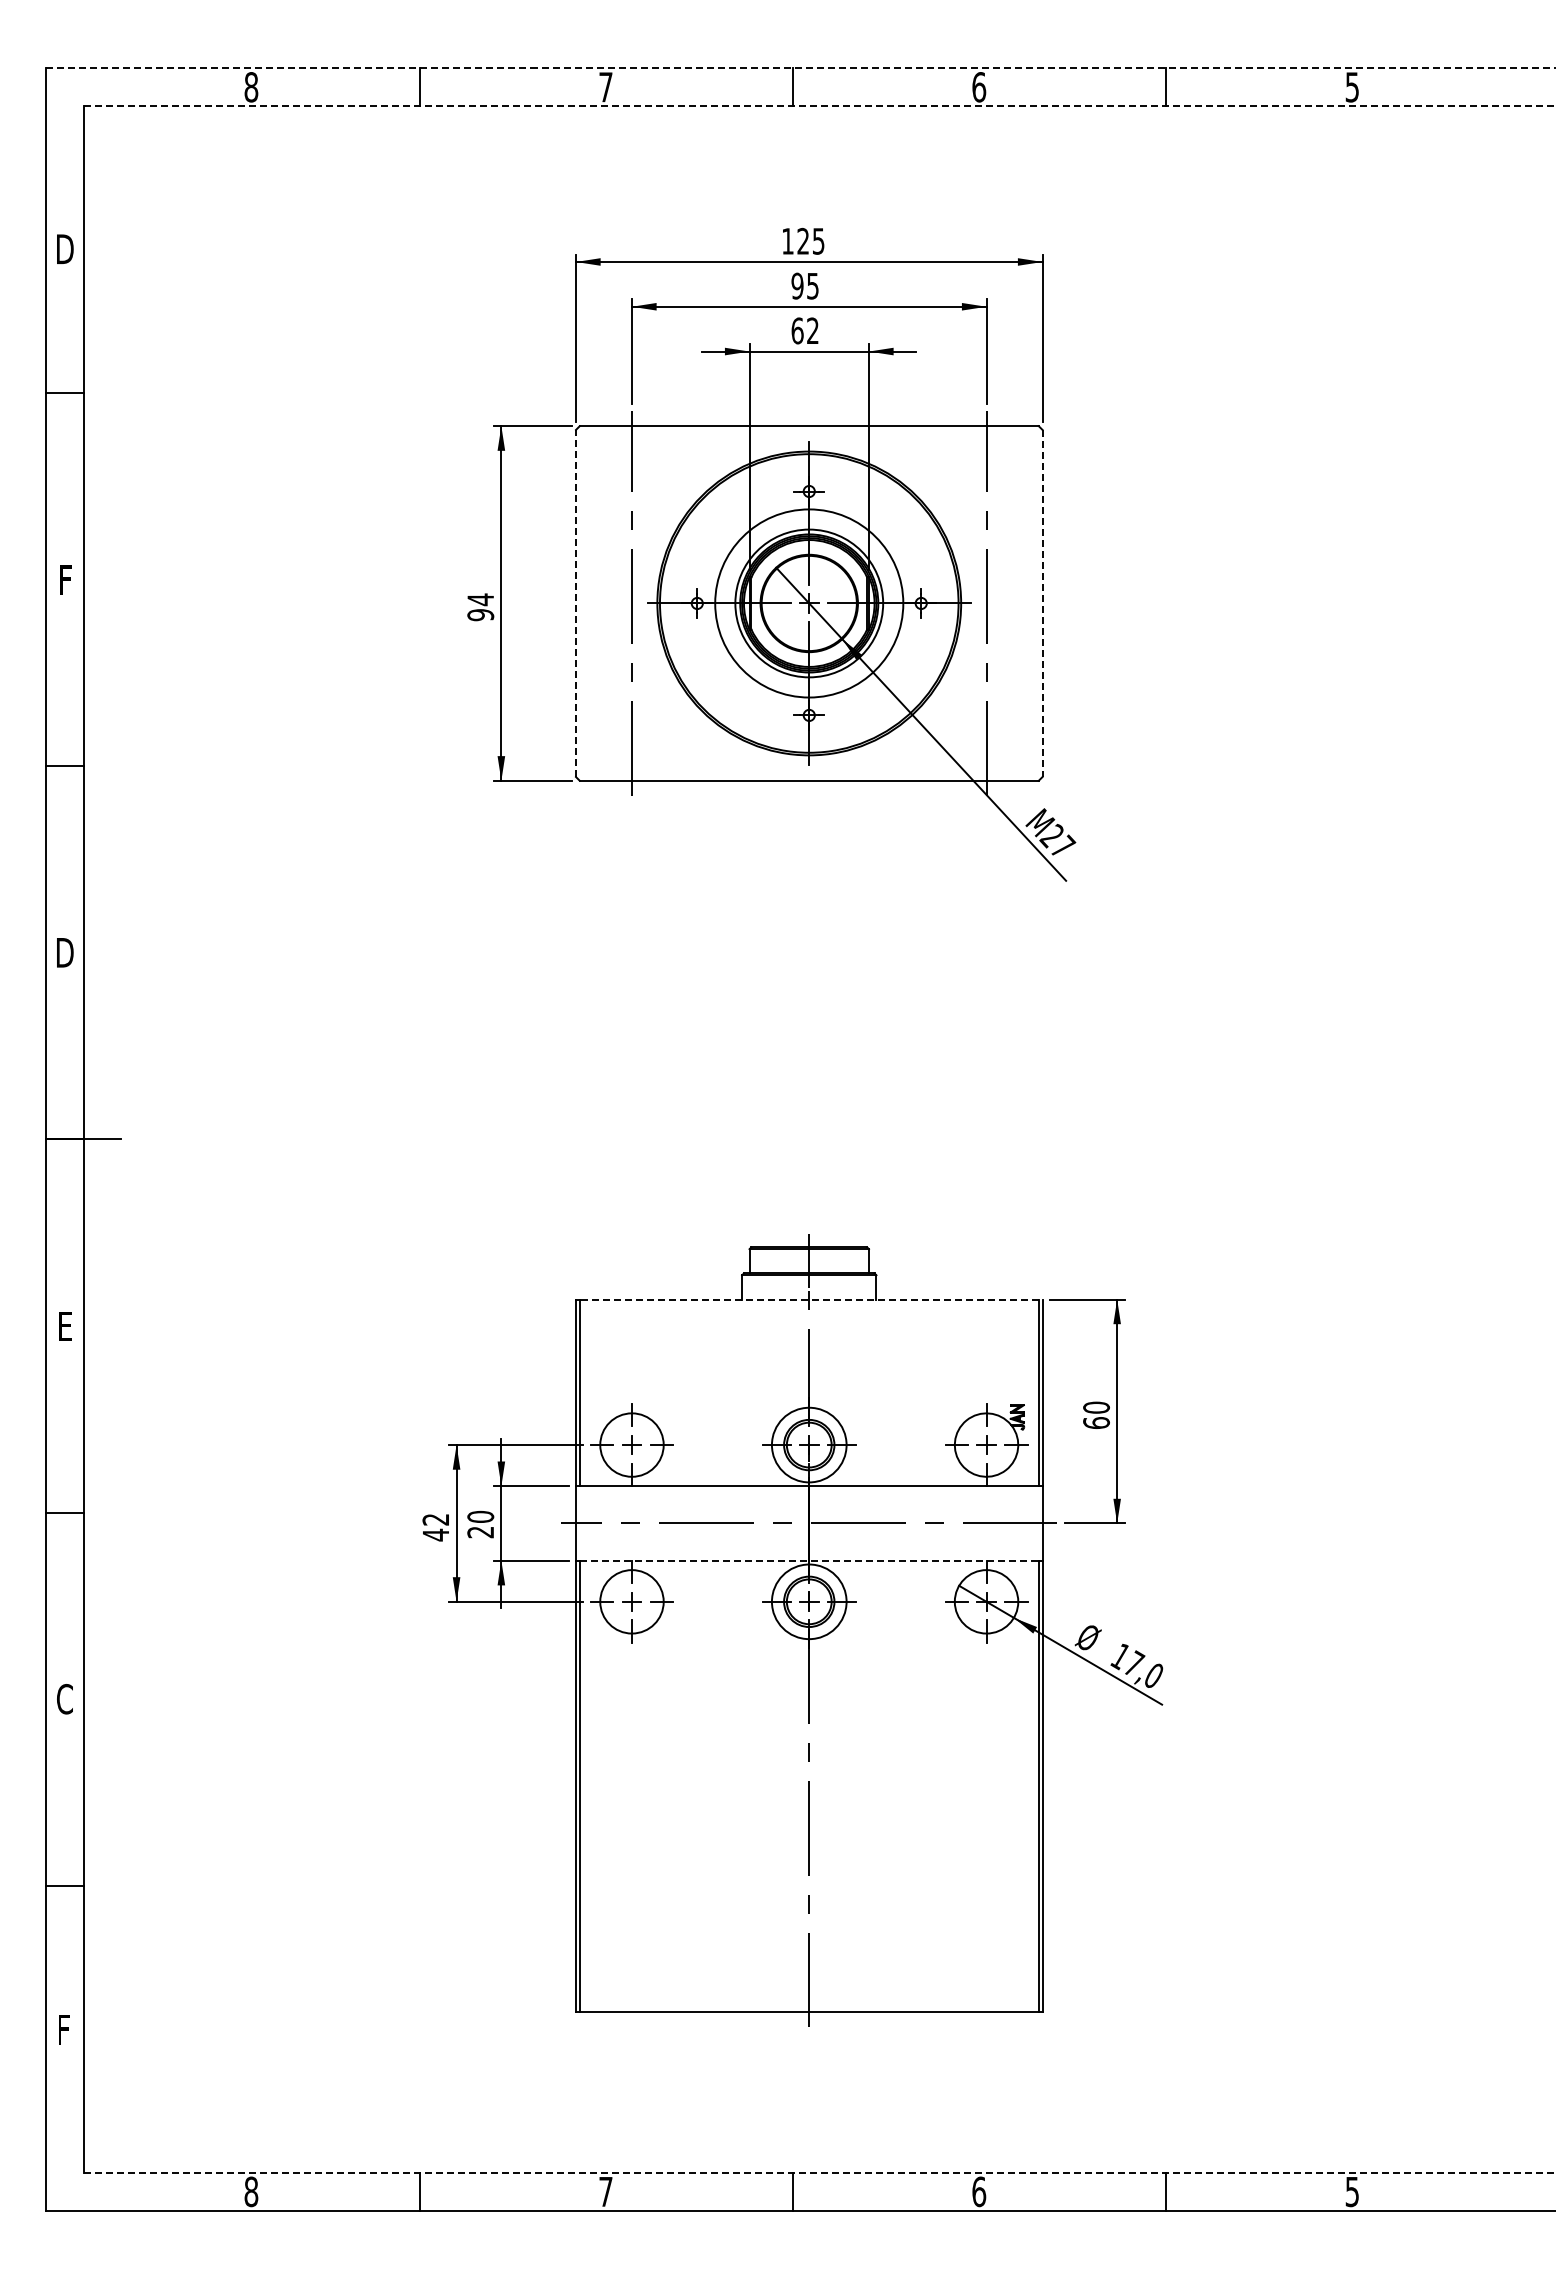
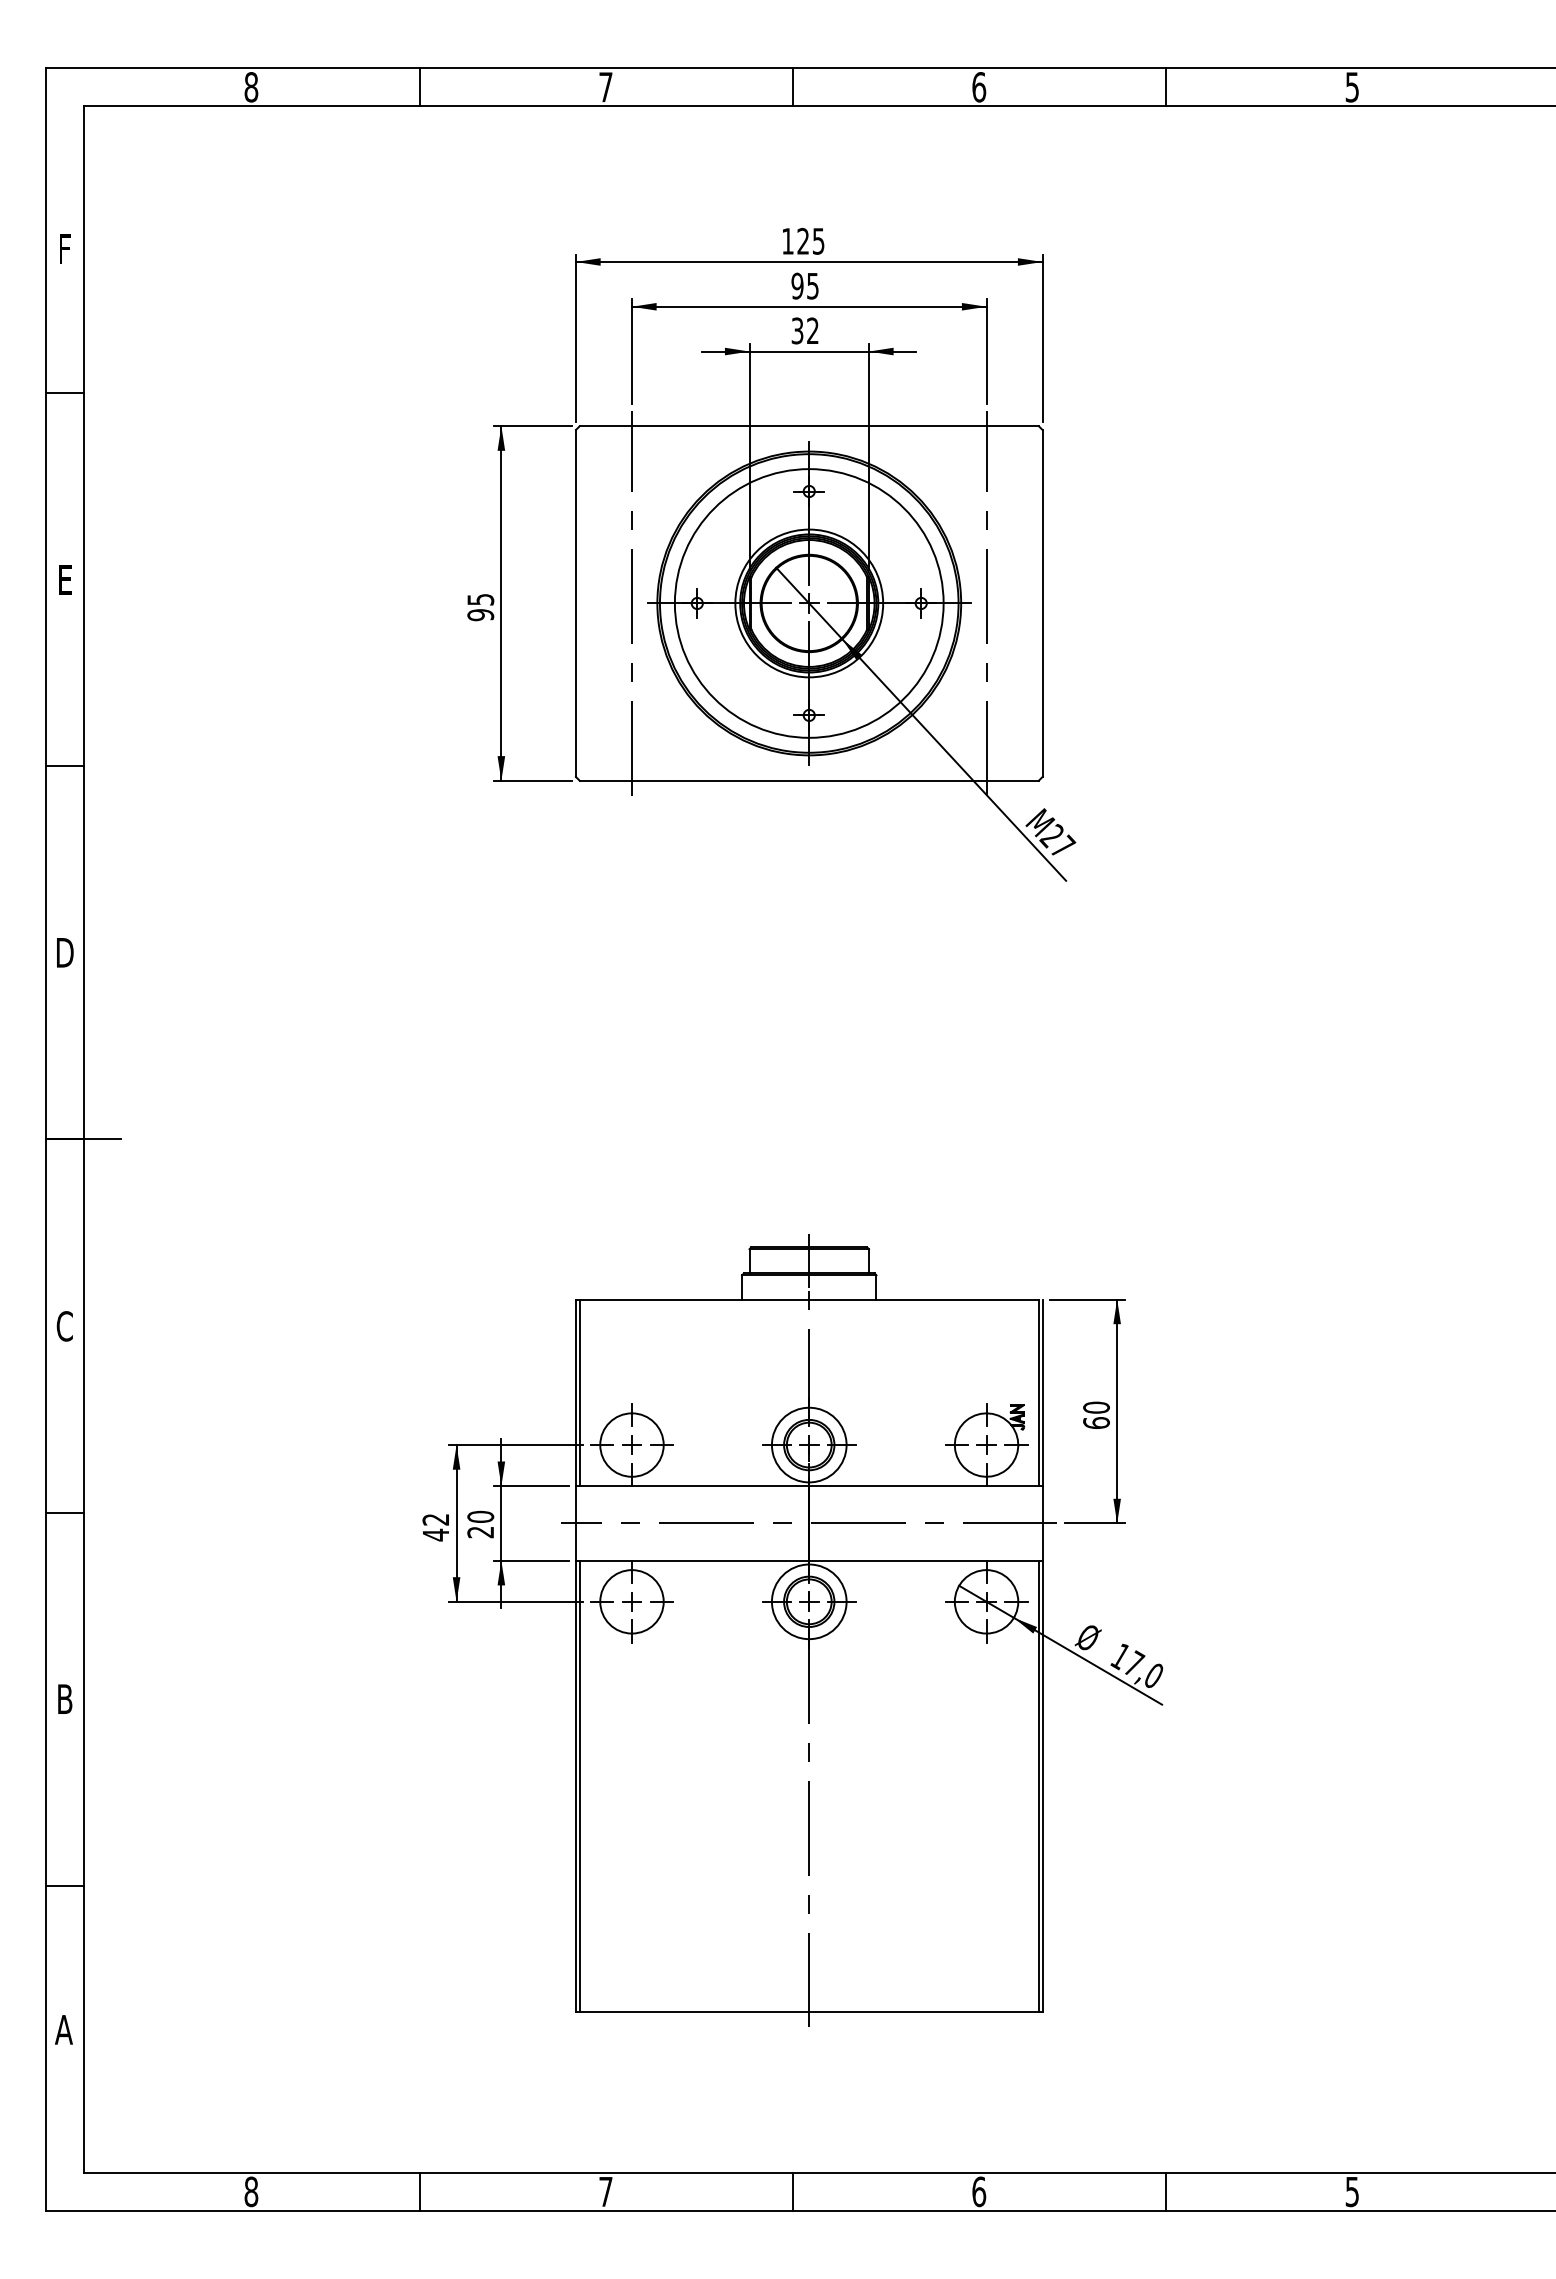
line at (801, 68): dashed -> solid
line at (819, 105): dashed -> solid
text at (65, 249): D -> F
text at (797, 330): 62 -> 32
text at (65, 579): F -> E
text at (480, 599): 94 -> 95
line at (576, 603): dashed -> solid
circle at (809, 603) diameter: 188 px -> 269 px
line at (1042, 603): dashed -> solid
line at (809, 1299): dashed -> solid
text at (64, 1326): E -> C
line at (809, 1560): dashed -> solid
text at (64, 1698): C -> B
text at (63, 2029): F -> A
line at (819, 2173): dashed -> solid
